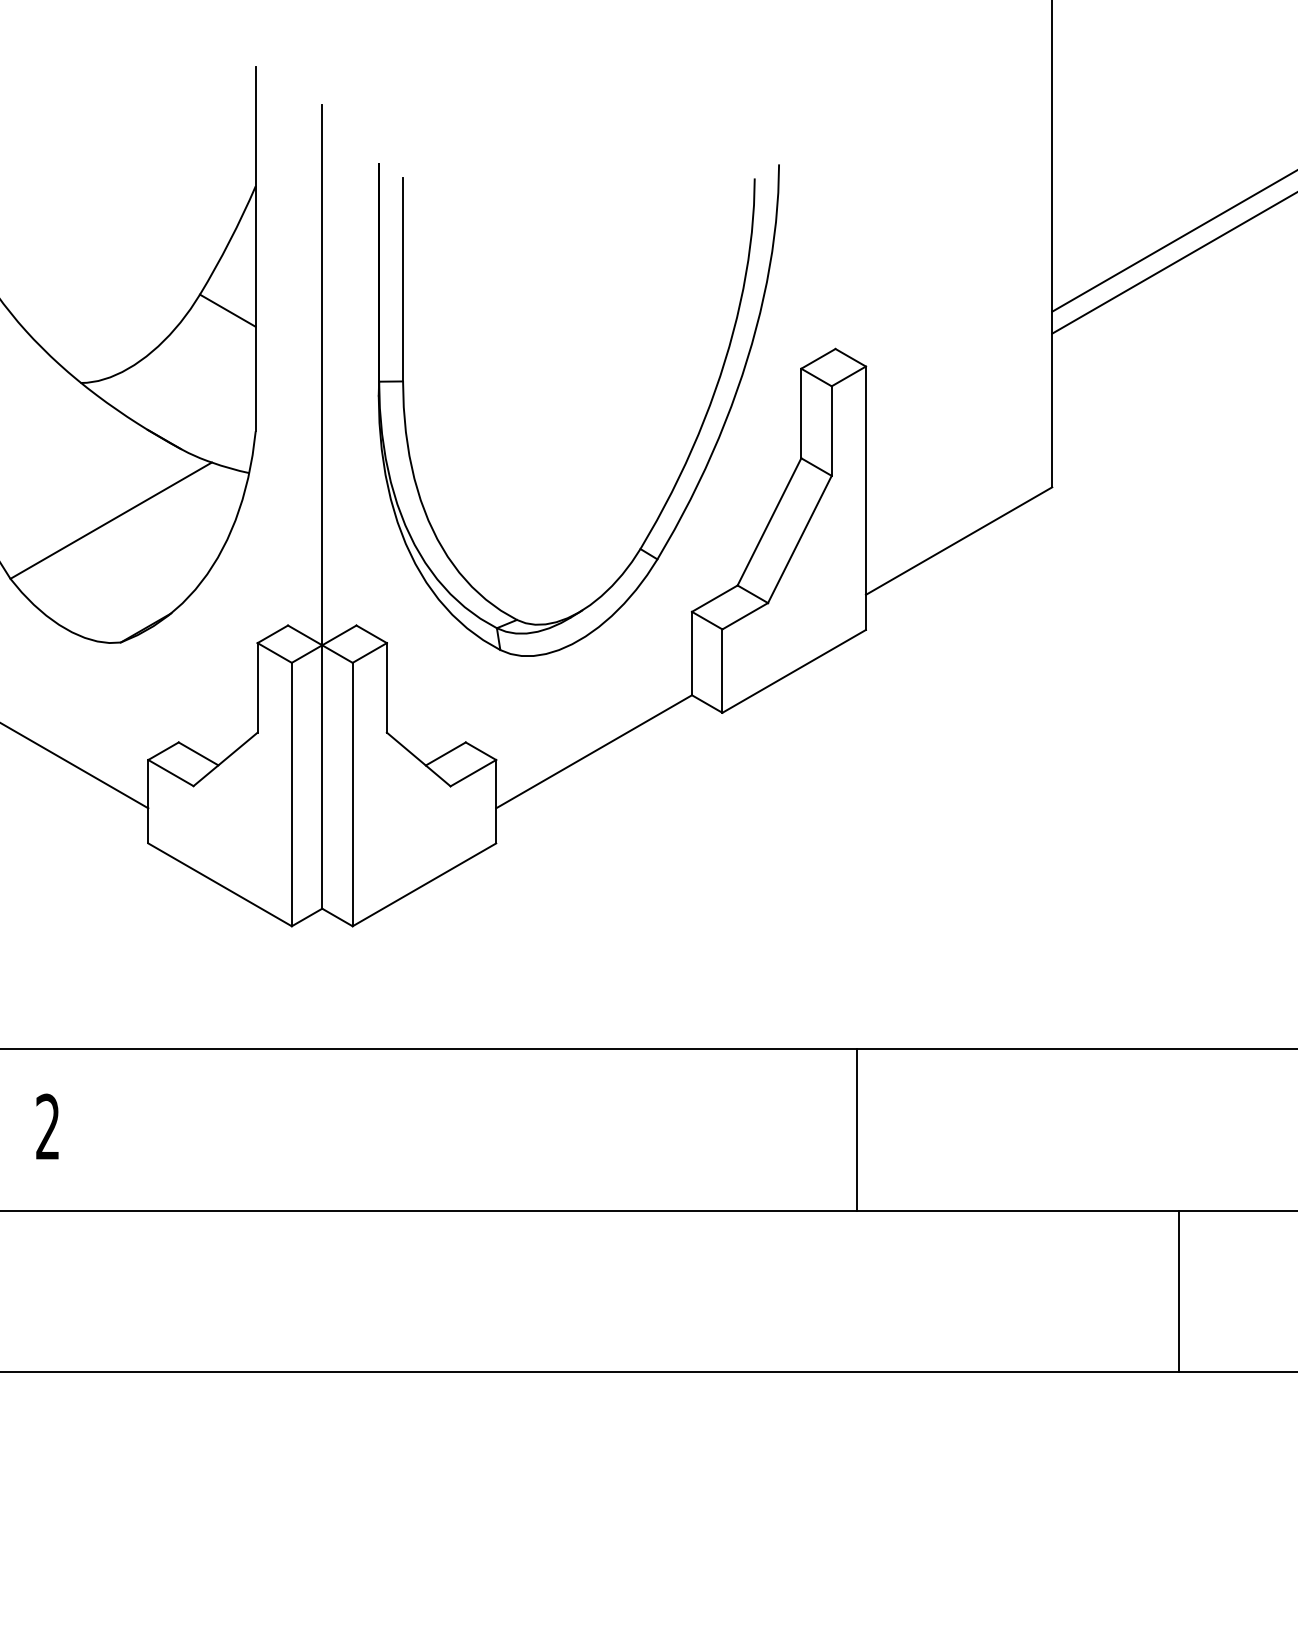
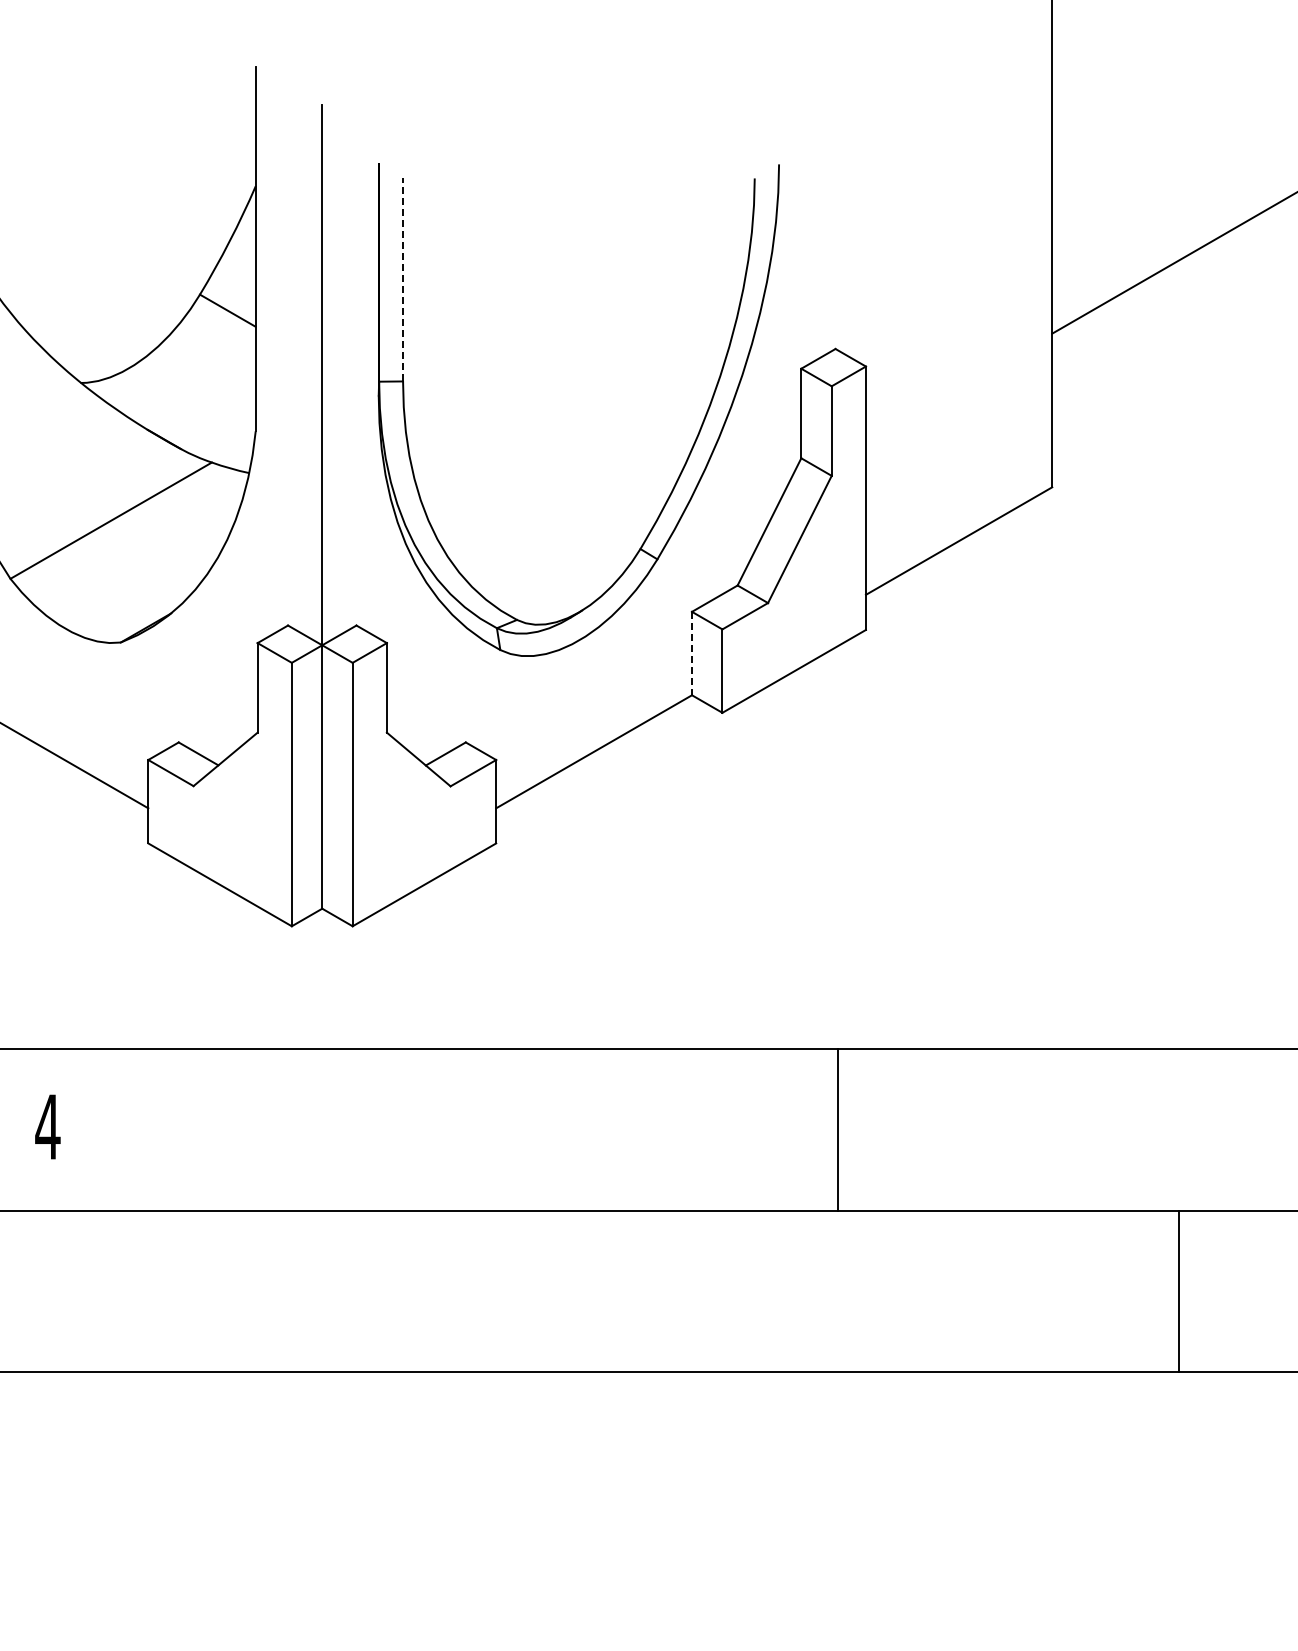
line at (1173, 241): present -> none
line at (403, 279): solid -> dashed
line at (692, 653): solid -> dashed
text at (47, 1126): 2 -> 4
line at (856, 1129) position: (856, 1129) -> (837, 1129)
